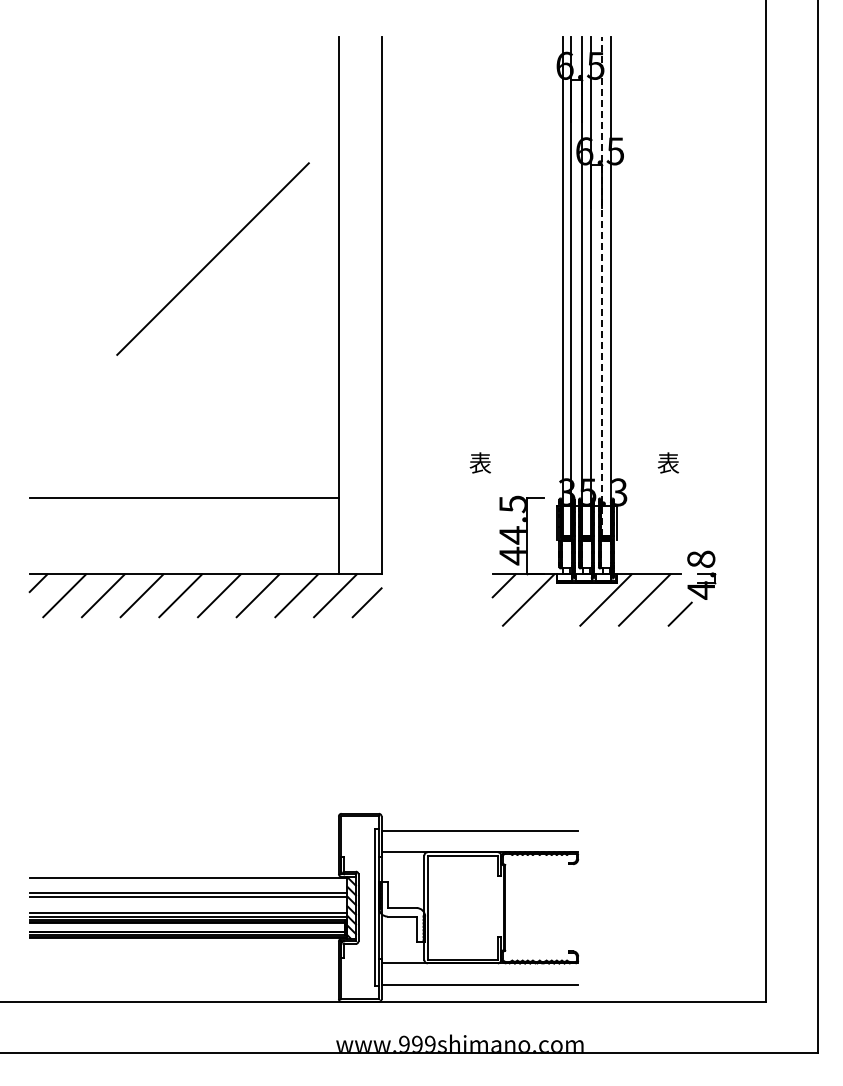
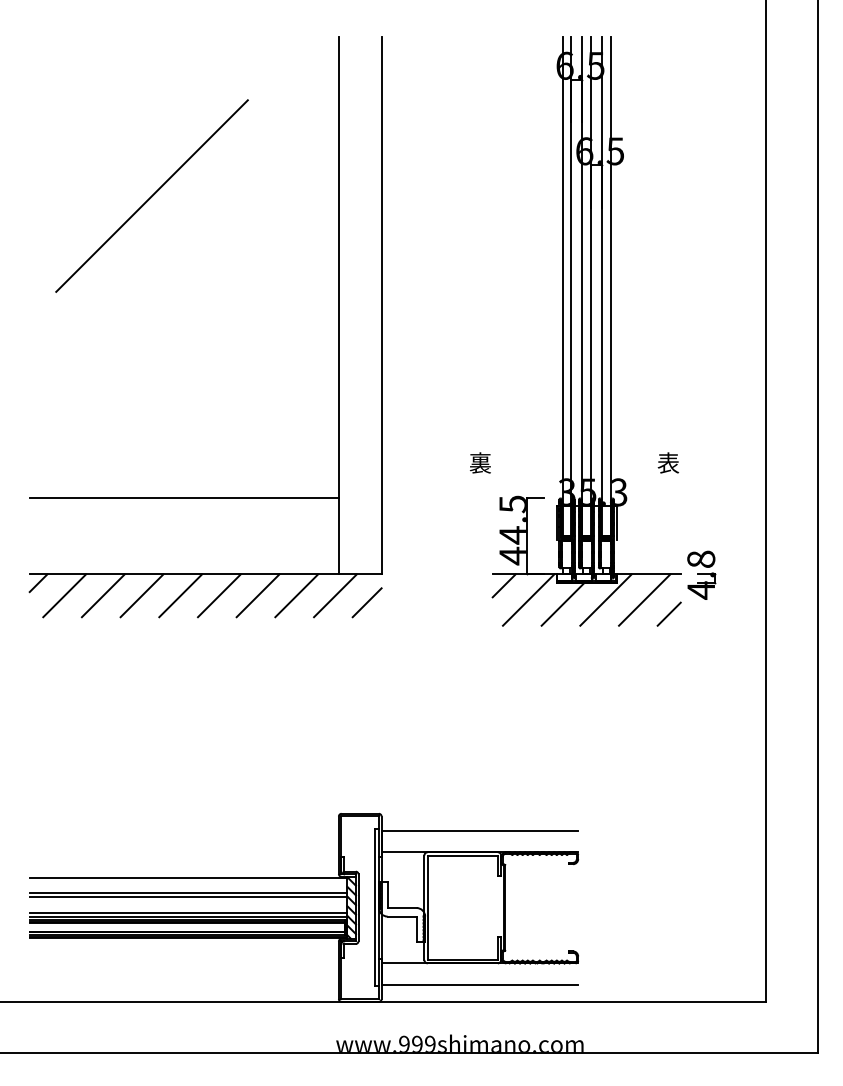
line at (212, 258) position: (212, 258) -> (151, 195)
line at (602, 285): dashed -> solid
text at (479, 463): 表 -> 裏
line at (562, 603): none -> present
line at (679, 613) position: (679, 613) -> (668, 613)
